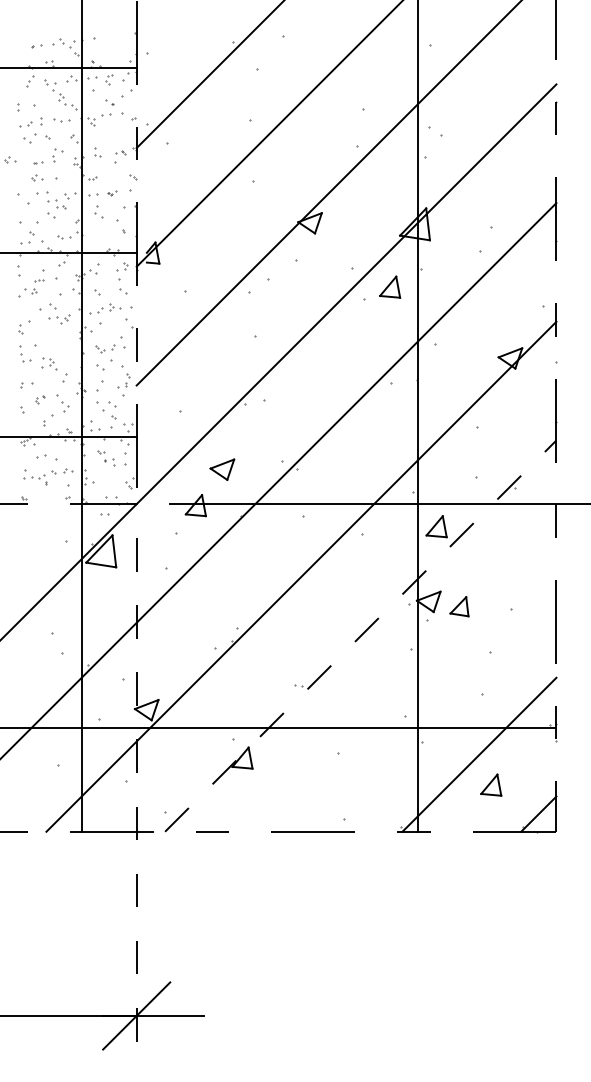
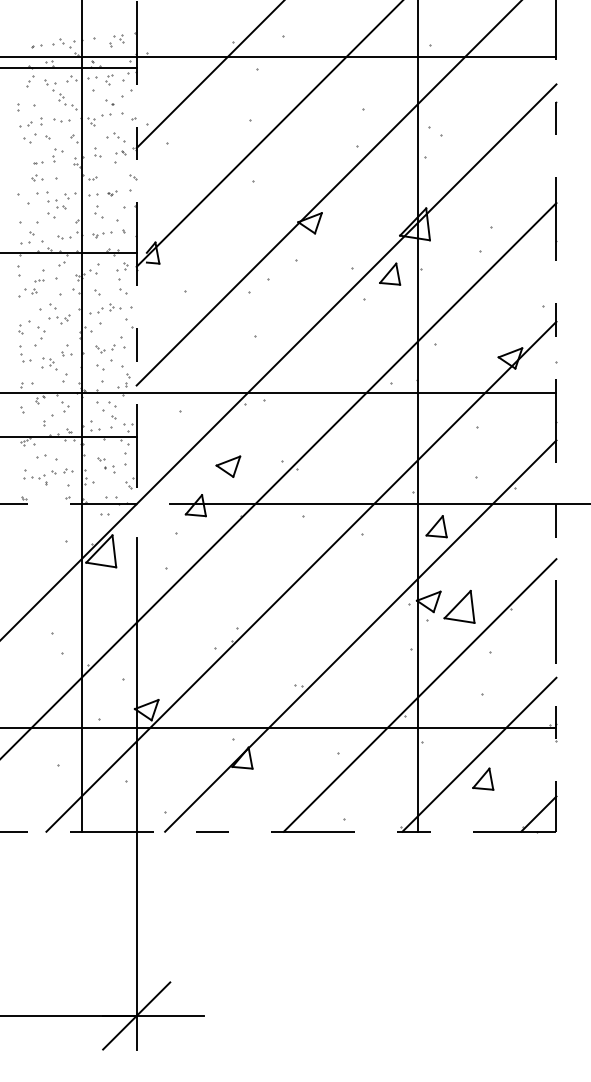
part at (116, 40): none -> present
line at (279, 56): none -> present
part at (115, 137): none -> present
part at (10, 159): present -> none
part at (102, 234): none -> present
part at (390, 286) position: (390, 286) -> (390, 273)
part at (41, 332): none -> present
part at (66, 350): none -> present
line at (279, 392): none -> present
part at (106, 458) position: (106, 458) -> (106, 465)
part at (222, 469) position: (222, 469) -> (228, 466)
part at (459, 606) size: 21x22 px -> 33x35 px
line at (360, 636): dashed -> solid
line at (419, 695): none -> present
part at (491, 784) position: (491, 784) -> (483, 778)
line at (136, 793): dashed -> solid
